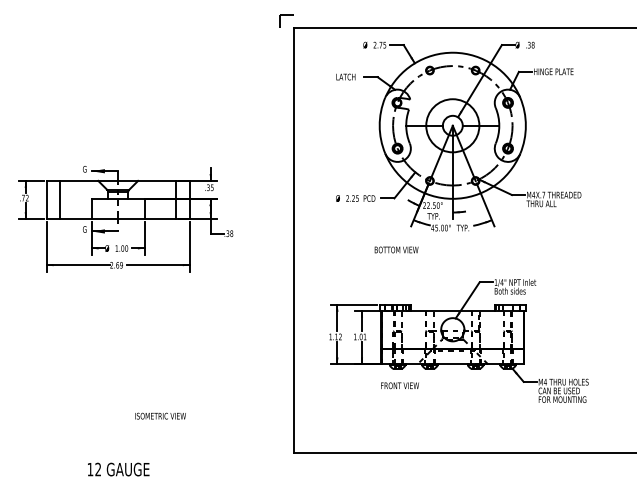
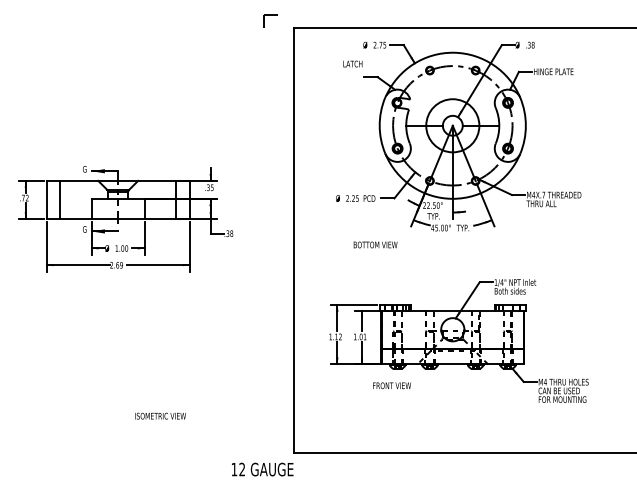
part at (286, 20) position: (286, 20) -> (270, 20)
text at (345, 76) position: (345, 76) -> (352, 63)
text at (396, 249) position: (396, 249) -> (375, 244)
text at (399, 385) position: (399, 385) -> (391, 385)
text at (118, 469) position: (118, 469) -> (262, 469)
